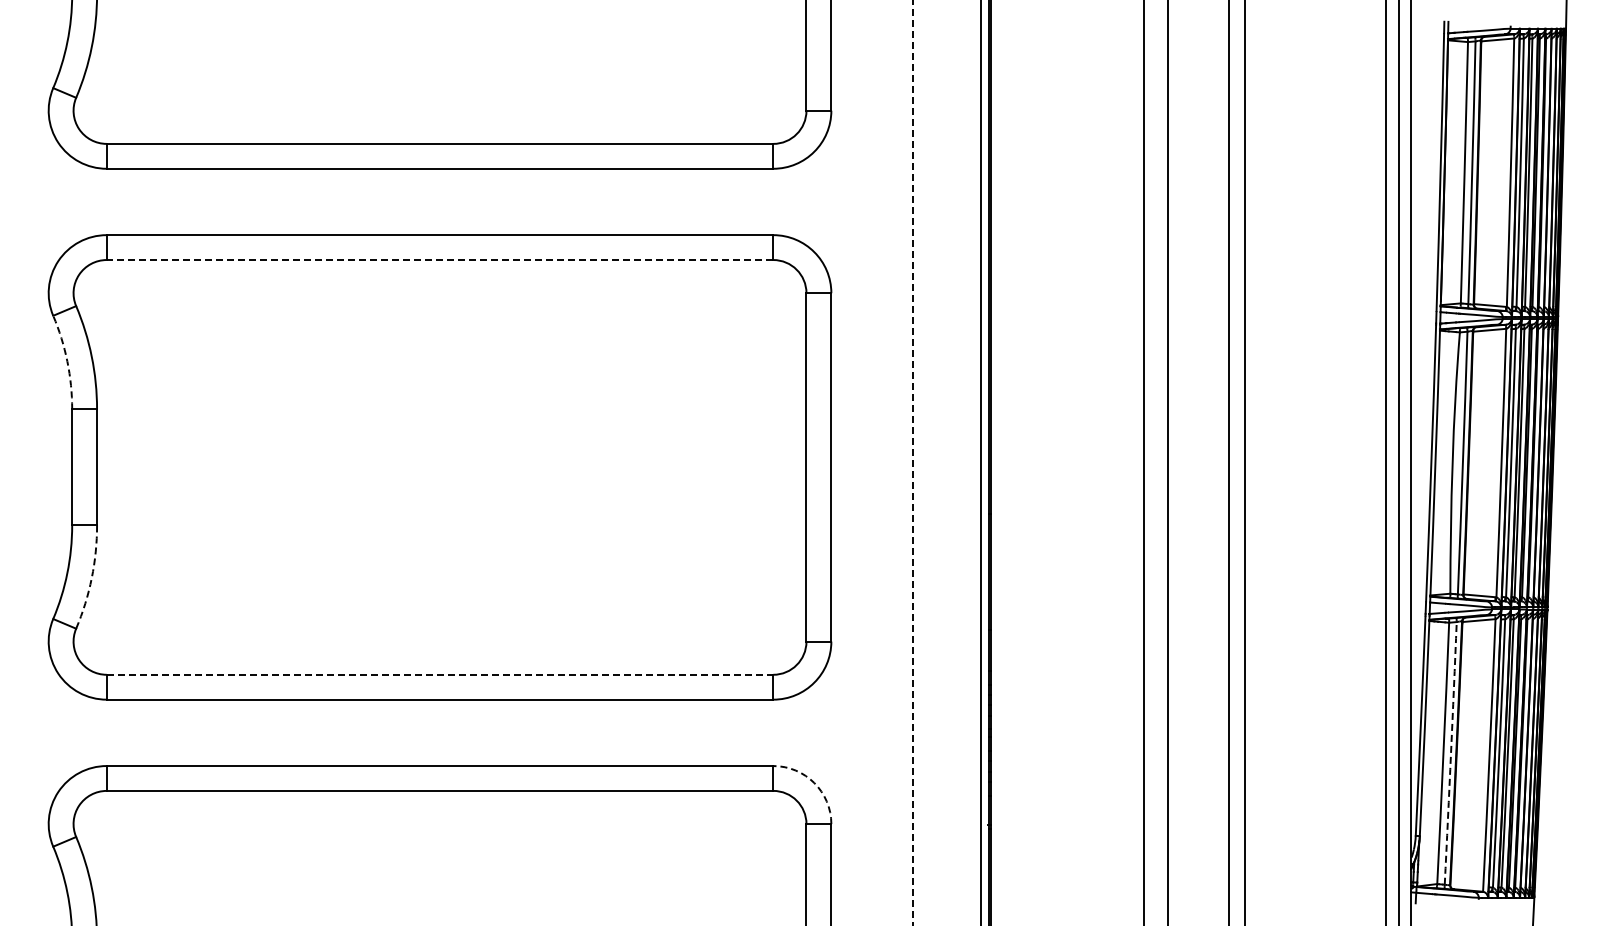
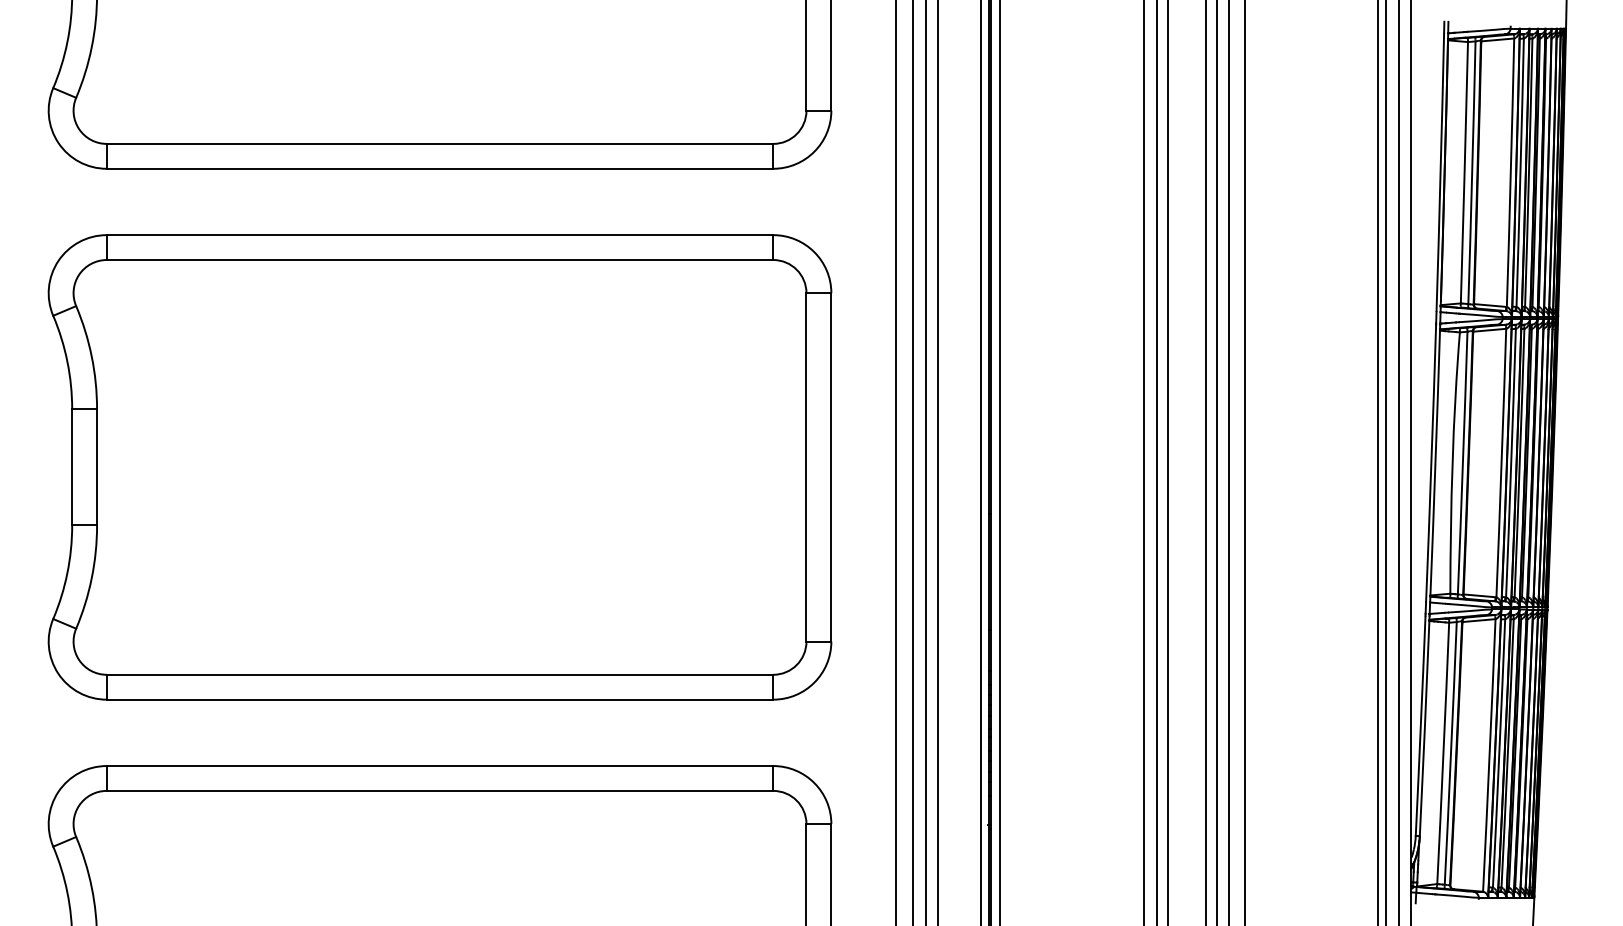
line at (439, 260): dashed -> solid
arc at (67, 361): dashed -> solid
line at (895, 462): none -> present
line at (926, 462): none -> present
line at (937, 462): none -> present
line at (999, 462): none -> present
line at (1156, 462): none -> present
line at (1206, 462): none -> present
line at (1216, 462): none -> present
line at (1378, 462): none -> present
line at (913, 463): dashed -> solid
arc at (91, 578): dashed -> solid
line at (440, 674): dashed -> solid
arc at (1451, 753): dashed -> solid
arc at (814, 783): dashed -> solid
